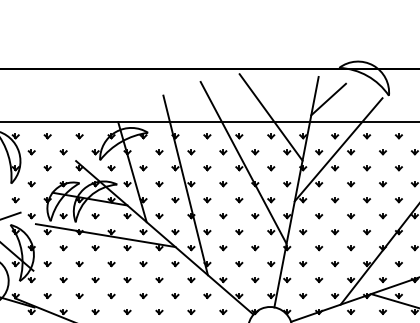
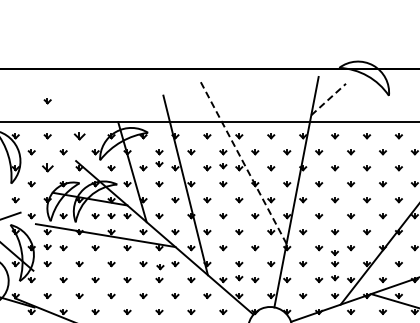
line at (329, 99): solid -> dashed
part at (47, 101): none -> present
line at (270, 117): present -> none
part at (79, 136) size: 9x7 px -> 13x9 px
line at (338, 149): present -> none
line at (243, 162): solid -> dashed
part at (159, 164): none -> present
part at (223, 166): none -> present
part at (47, 168) size: 9x7 px -> 12x10 px
part at (111, 216): none -> present
part at (47, 247): none -> present
part at (334, 252): none -> present
part at (160, 267): none -> present
part at (239, 278): none -> present
part at (335, 278): none -> present
